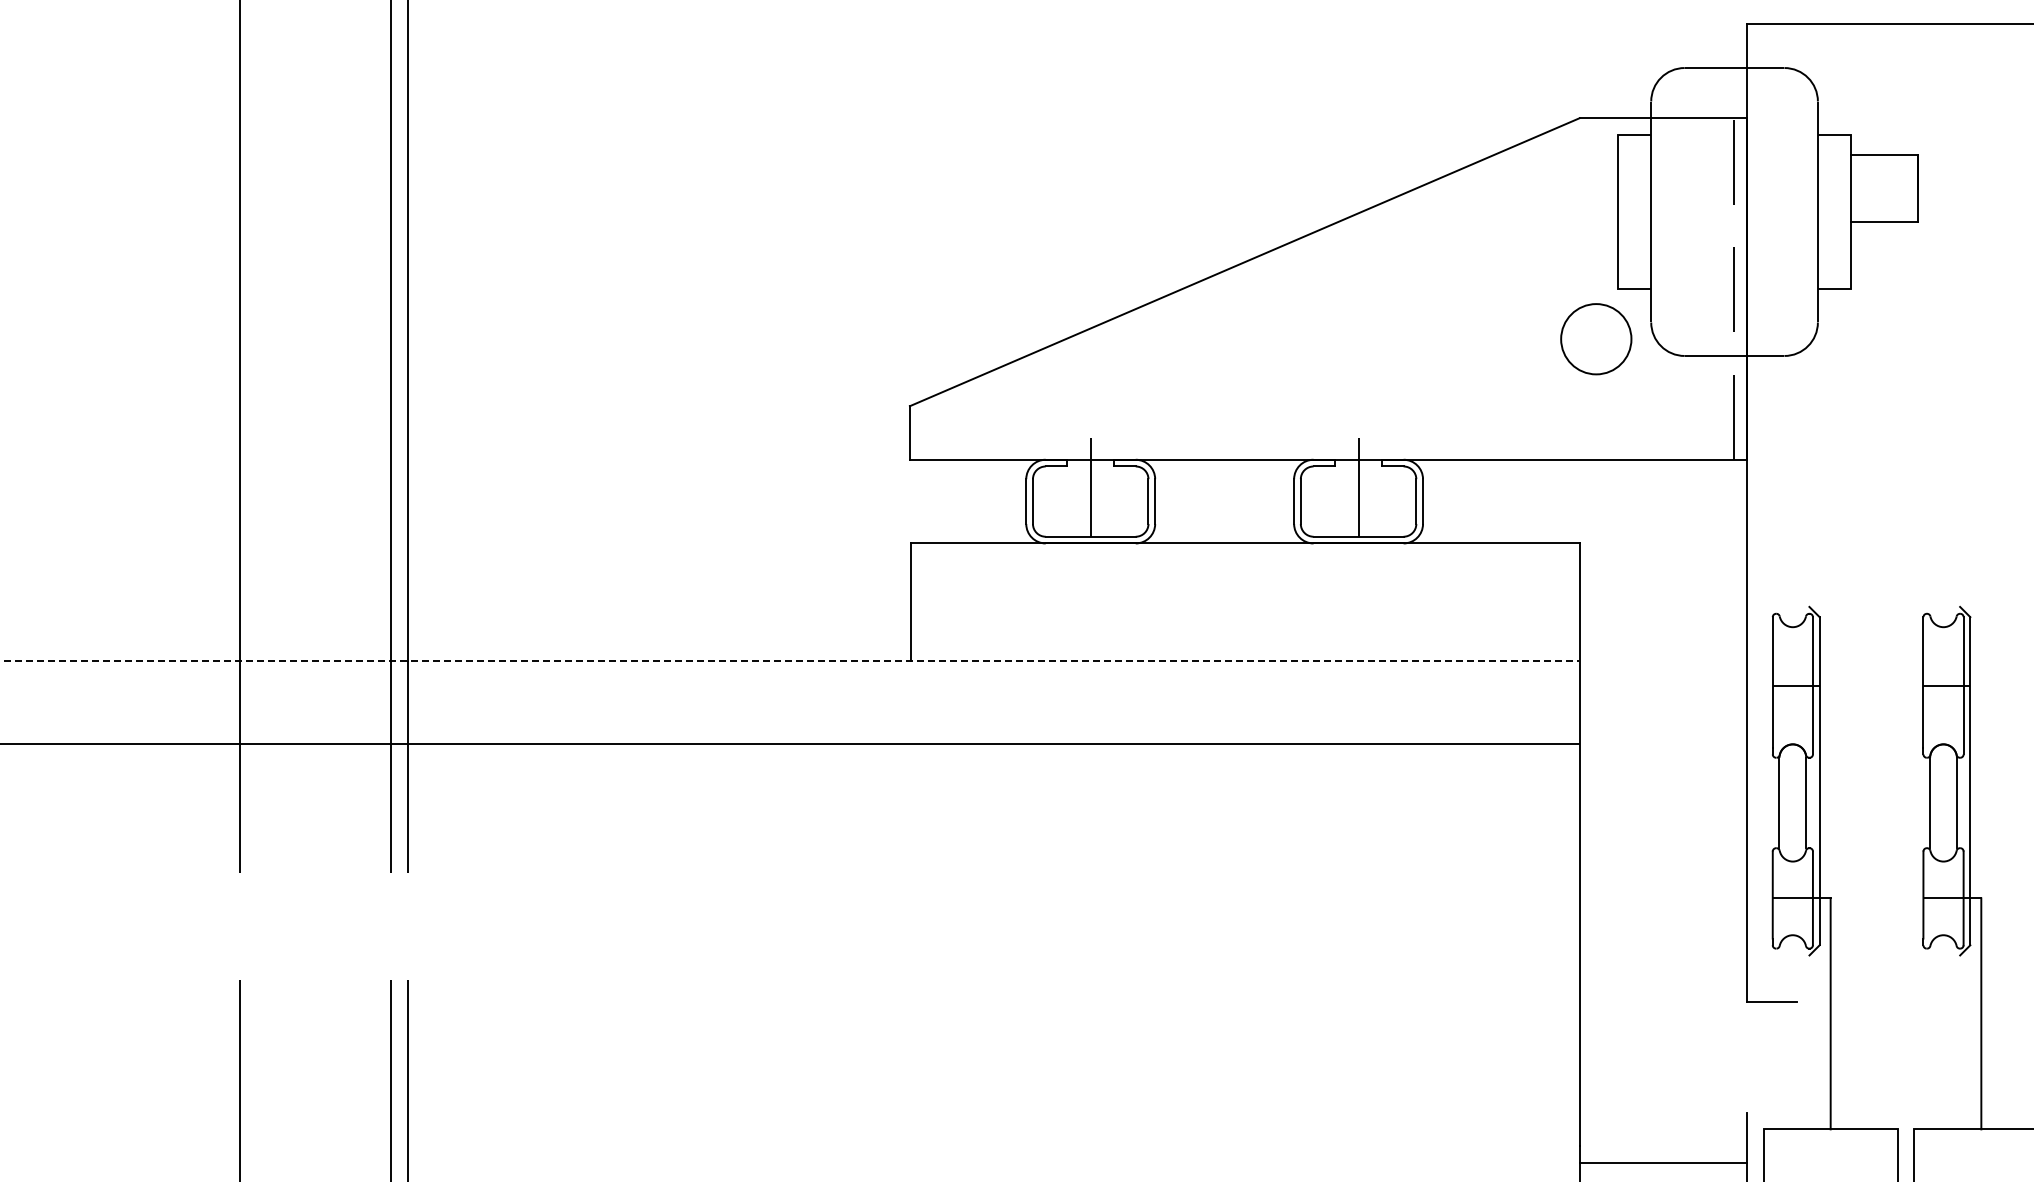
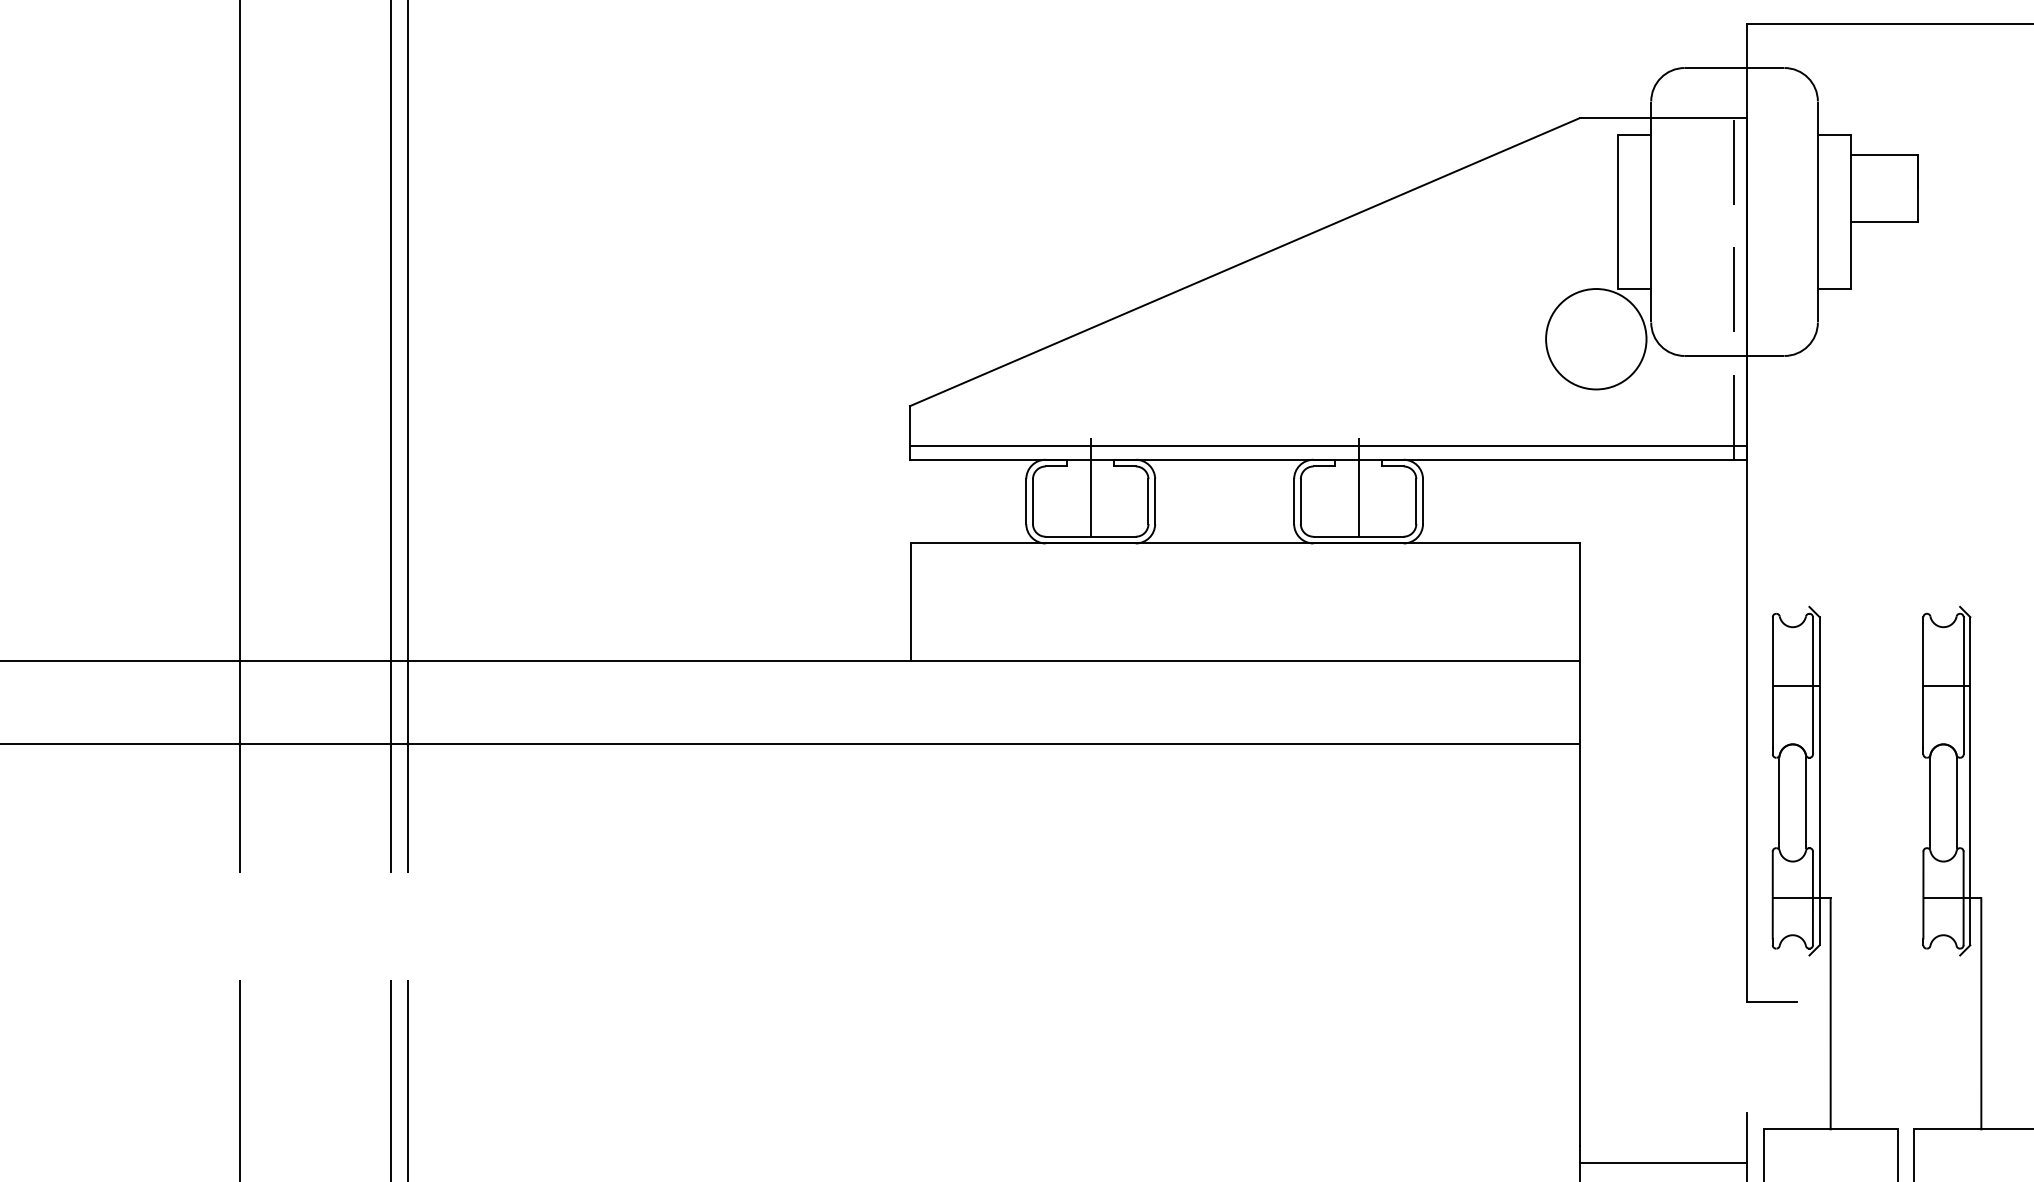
circle at (1596, 339) diameter: 70 px -> 100 px
line at (1327, 446): none -> present
line at (789, 660): dashed -> solid
